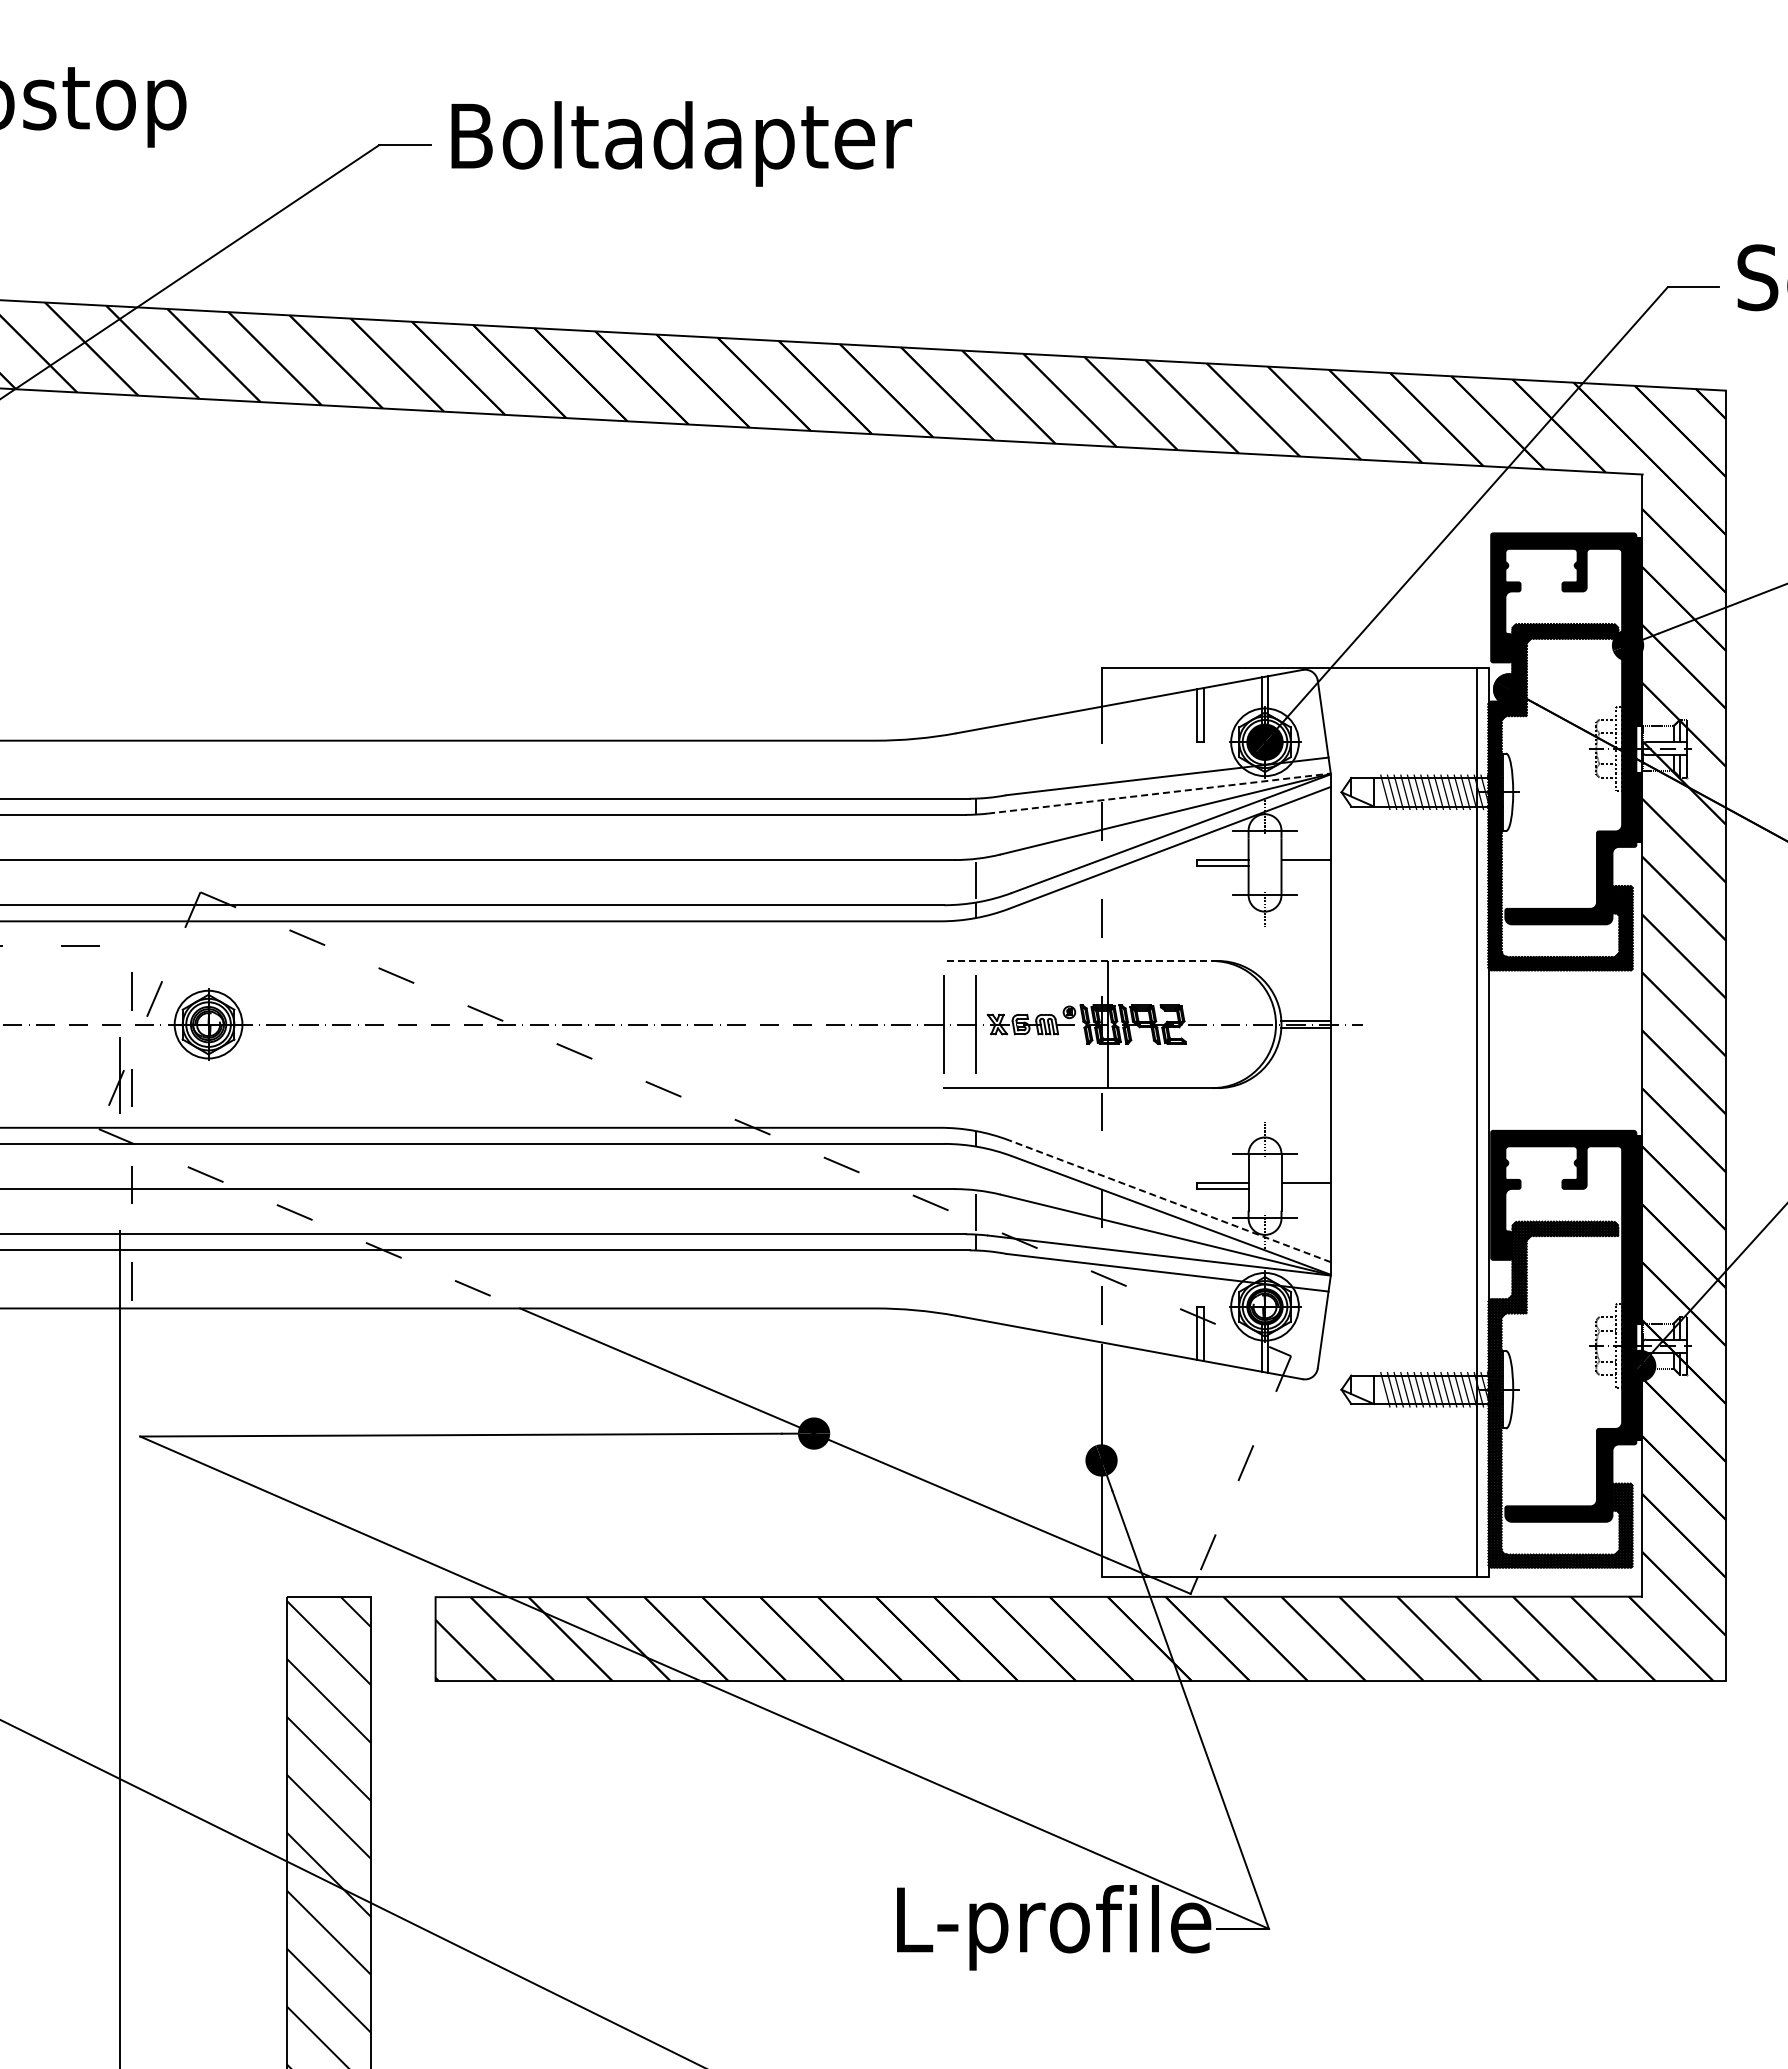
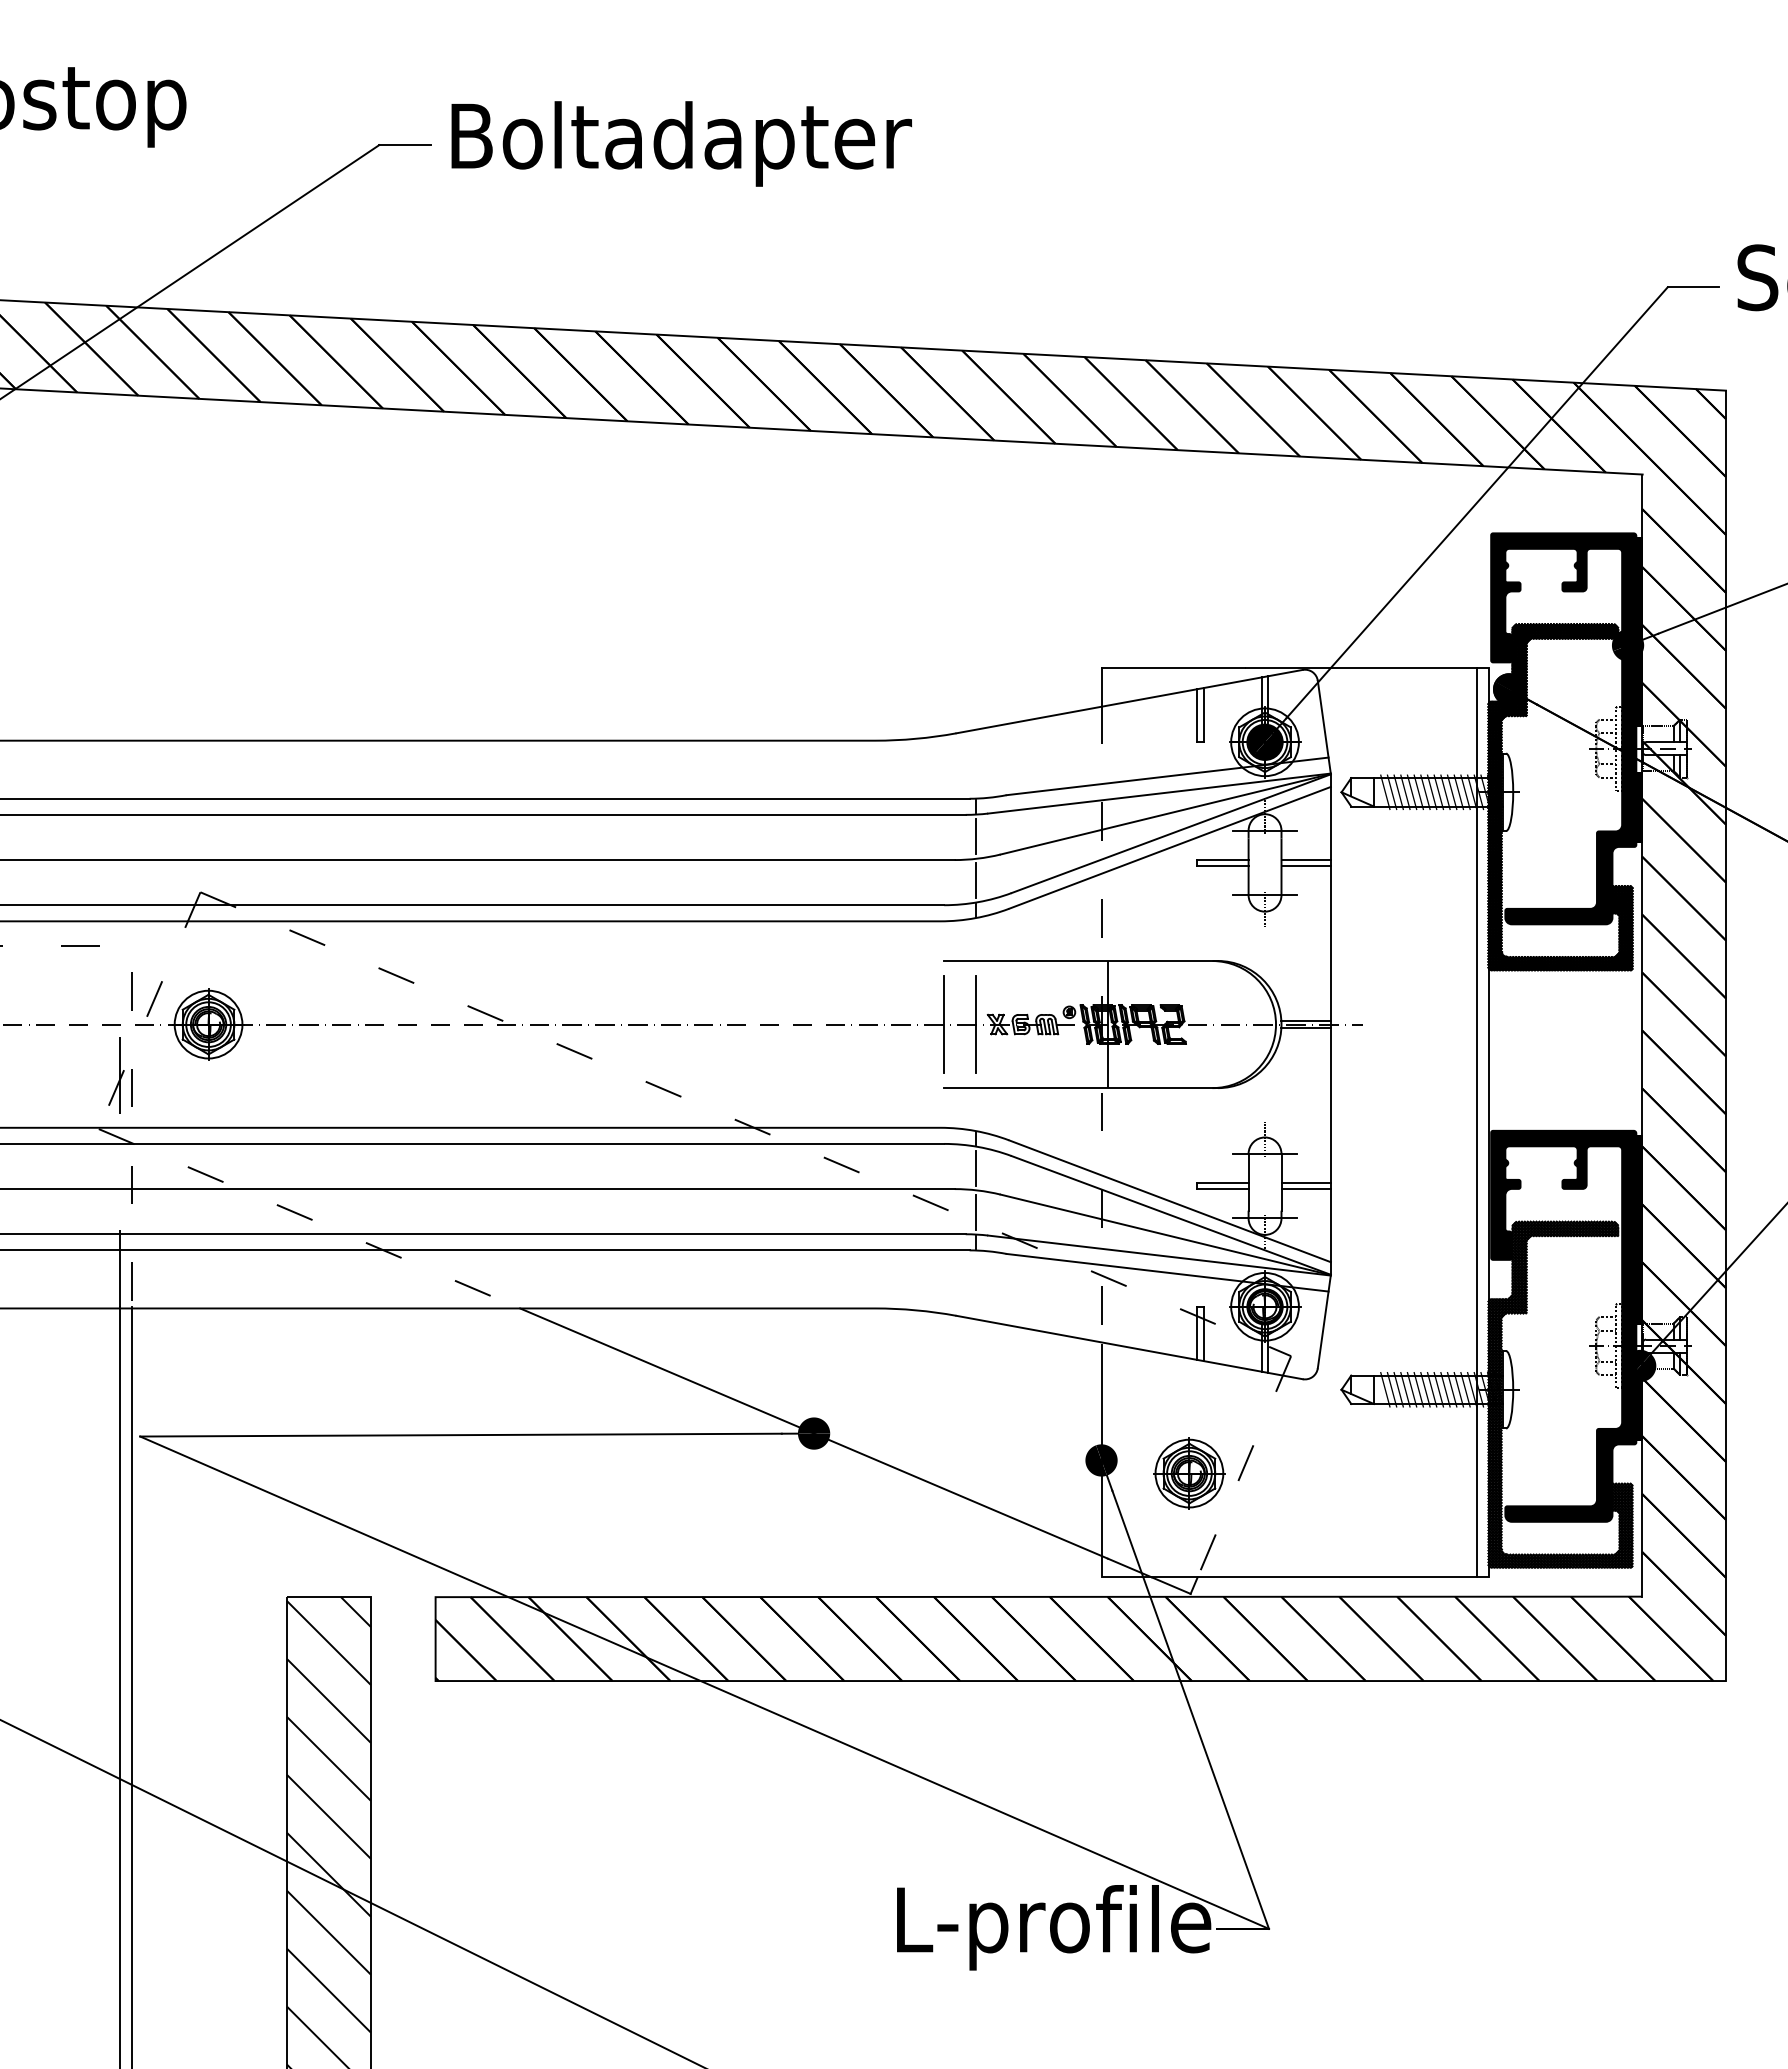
line at (1159, 793): dashed -> solid
line at (976, 836): none -> present
line at (1305, 866): none -> present
line at (1080, 961): dashed -> solid
line at (976, 1168): none -> present
line at (1305, 1189): none -> present
line at (1169, 1201): dashed -> solid
part at (1189, 1473): none -> present
line at (132, 1686): none -> present
